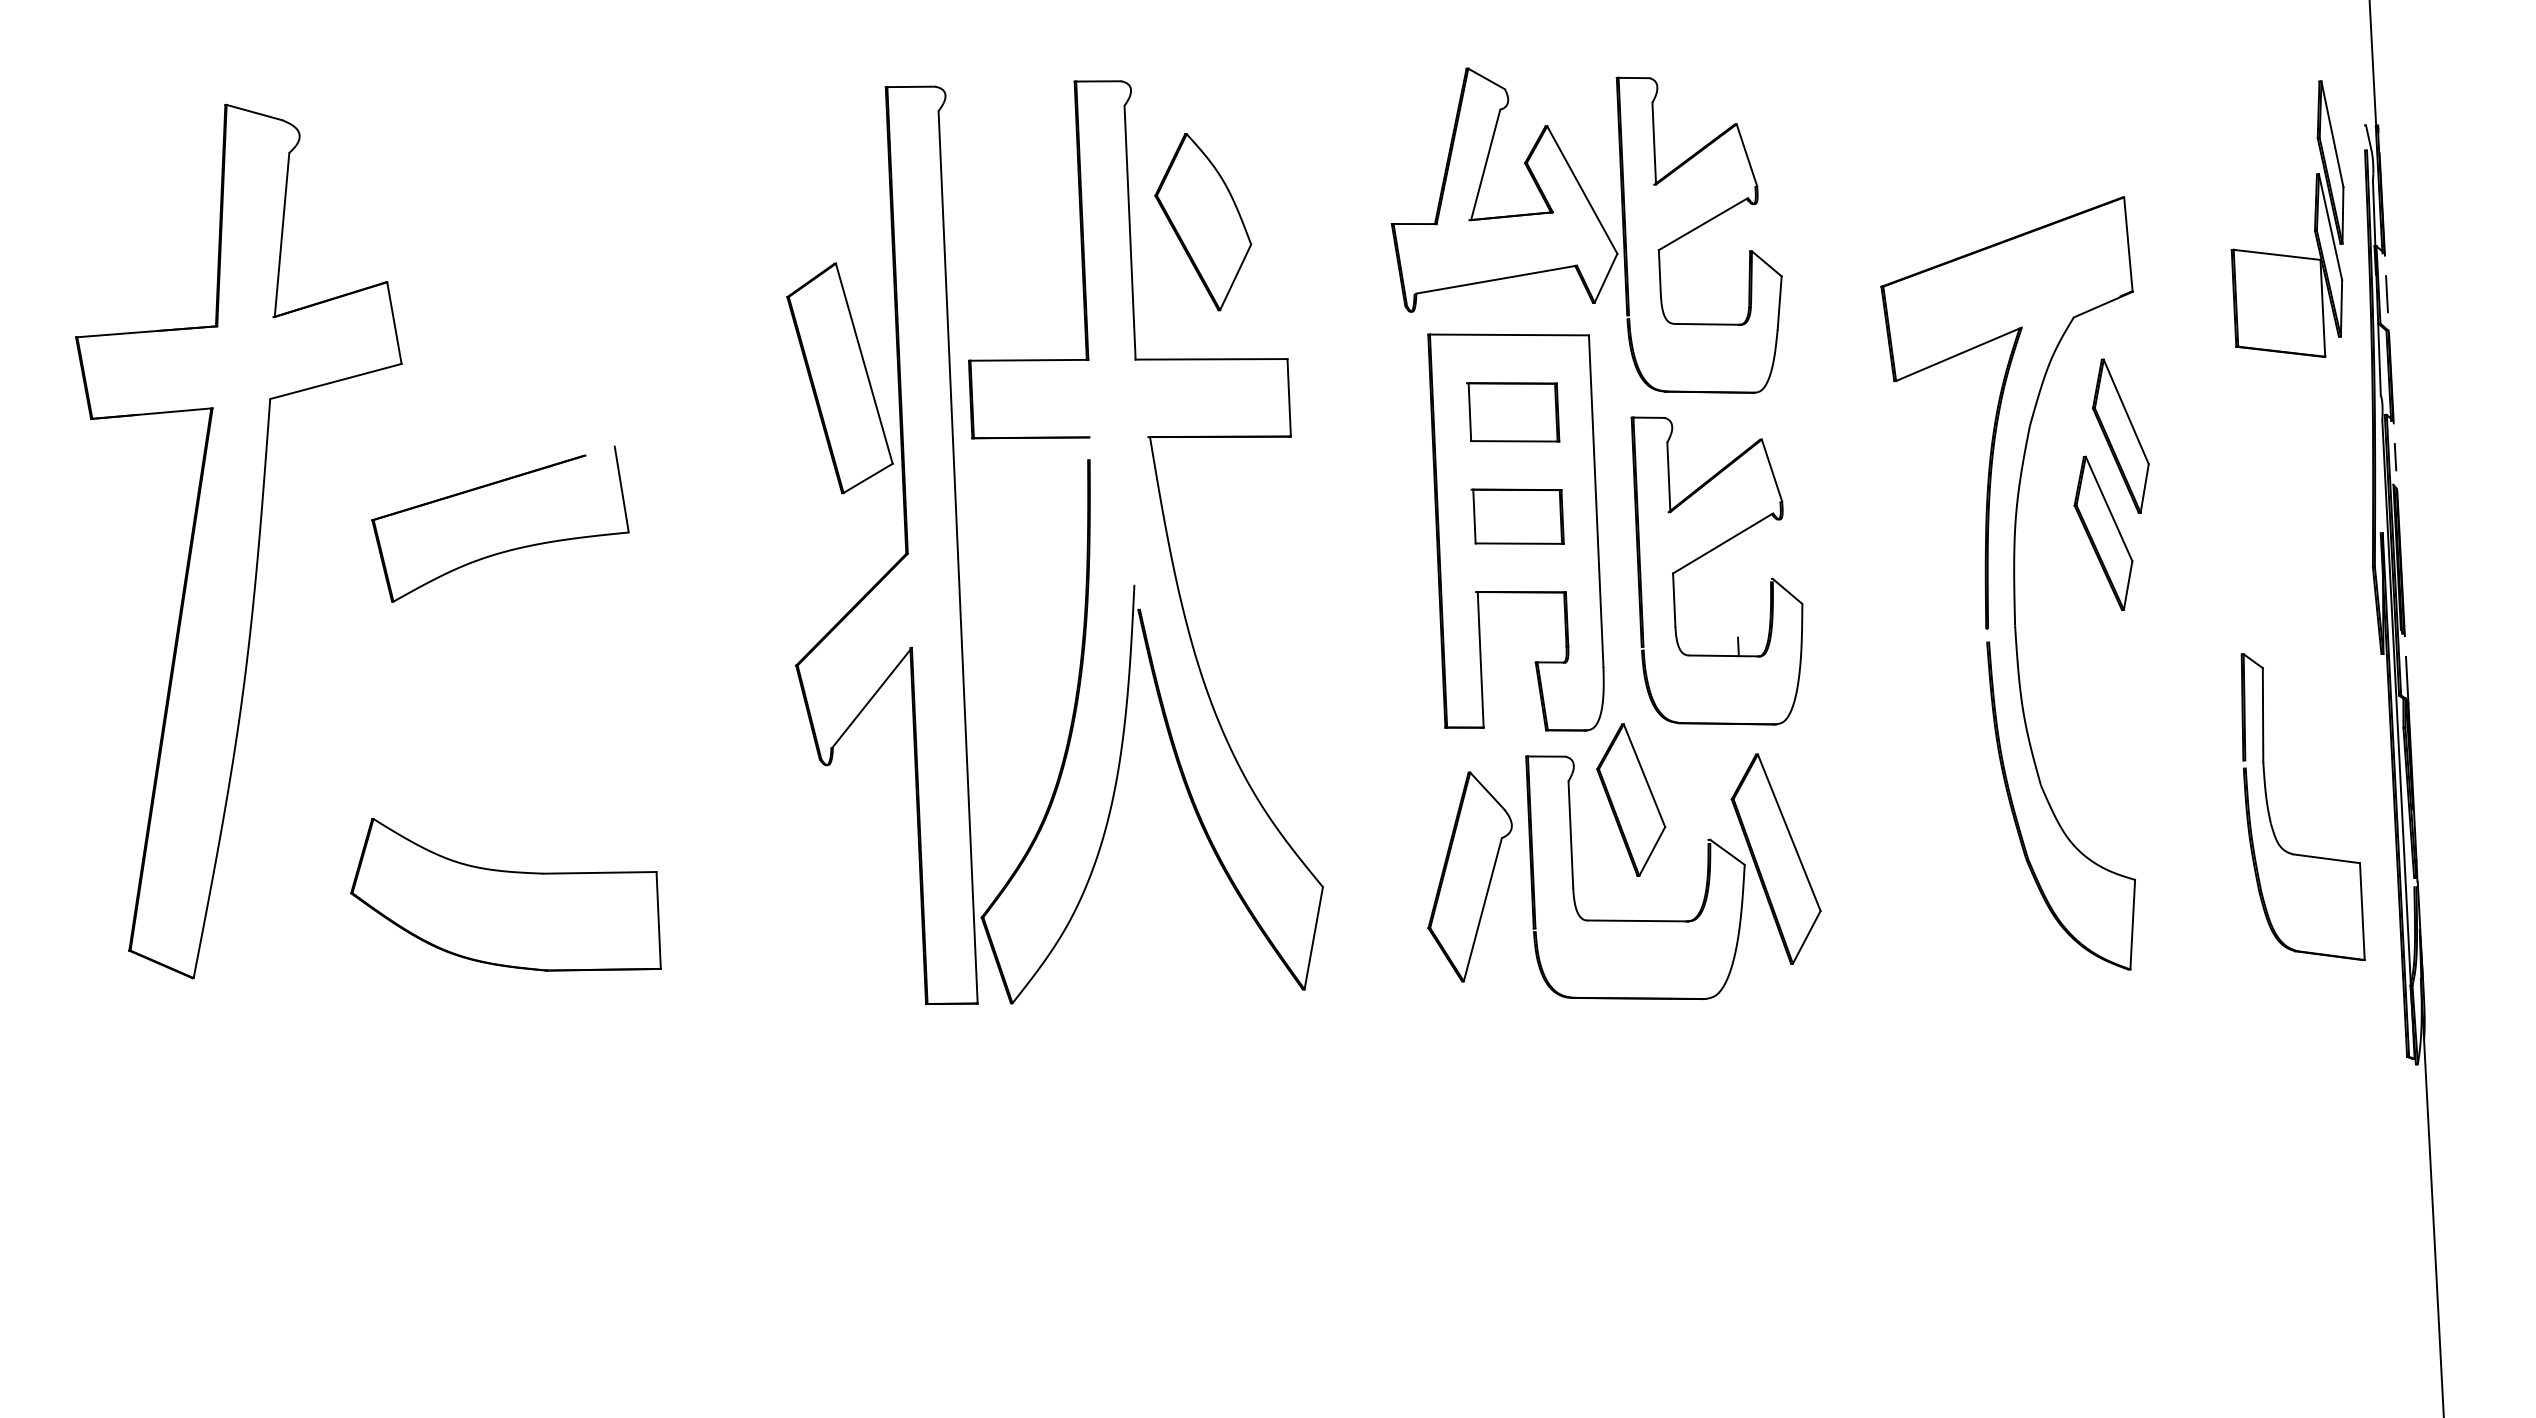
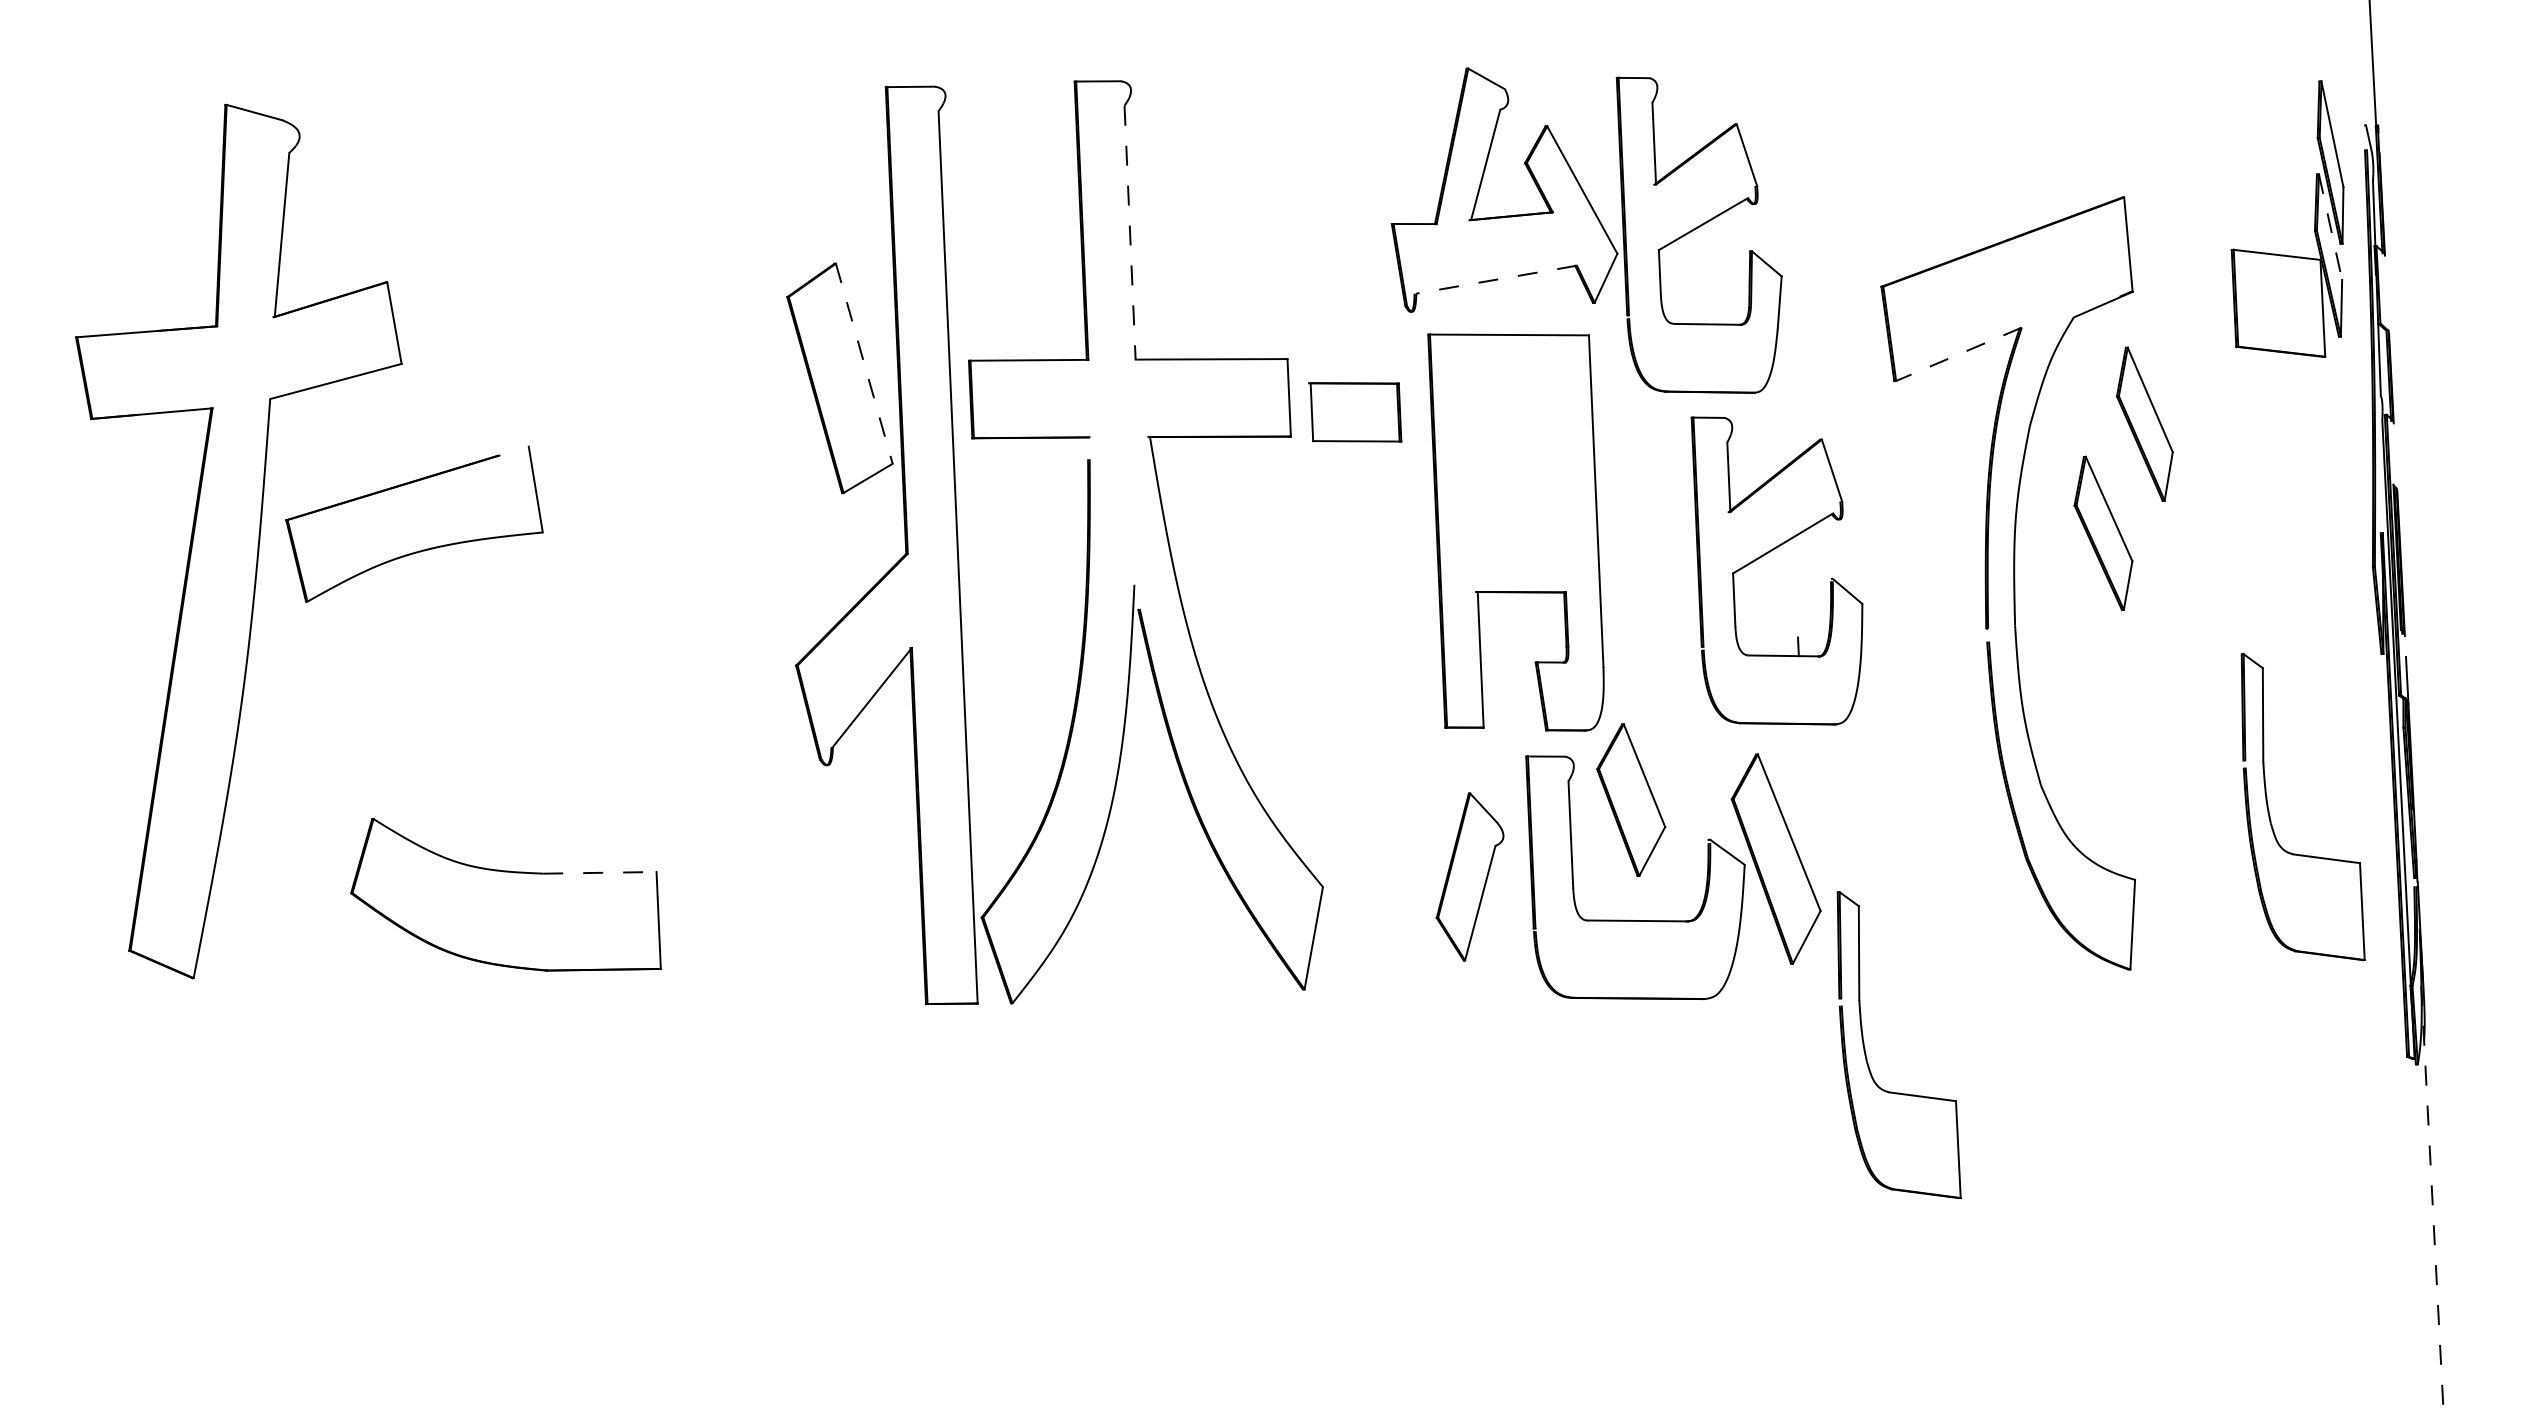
part at (1203, 222): present -> none
line at (2330, 227): solid -> dashed
line at (1130, 233): solid -> dashed
line at (1496, 279): solid -> dashed
line at (2386, 294): present -> none
line at (1958, 354): solid -> dashed
line at (864, 363): solid -> dashed
part at (1513, 412) position: (1513, 412) -> (1355, 412)
part at (2120, 435) position: (2120, 435) -> (2144, 423)
line at (2395, 456): present -> none
part at (1517, 516): present -> none
part at (508, 549) position: (508, 549) -> (422, 549)
part at (1705, 555) position: (1705, 555) -> (1765, 555)
line at (599, 872): solid -> dashed
part at (1469, 876) size: 86x212 px -> 70x170 px
part at (1866, 1053): none -> present
line at (2432, 1198): solid -> dashed
